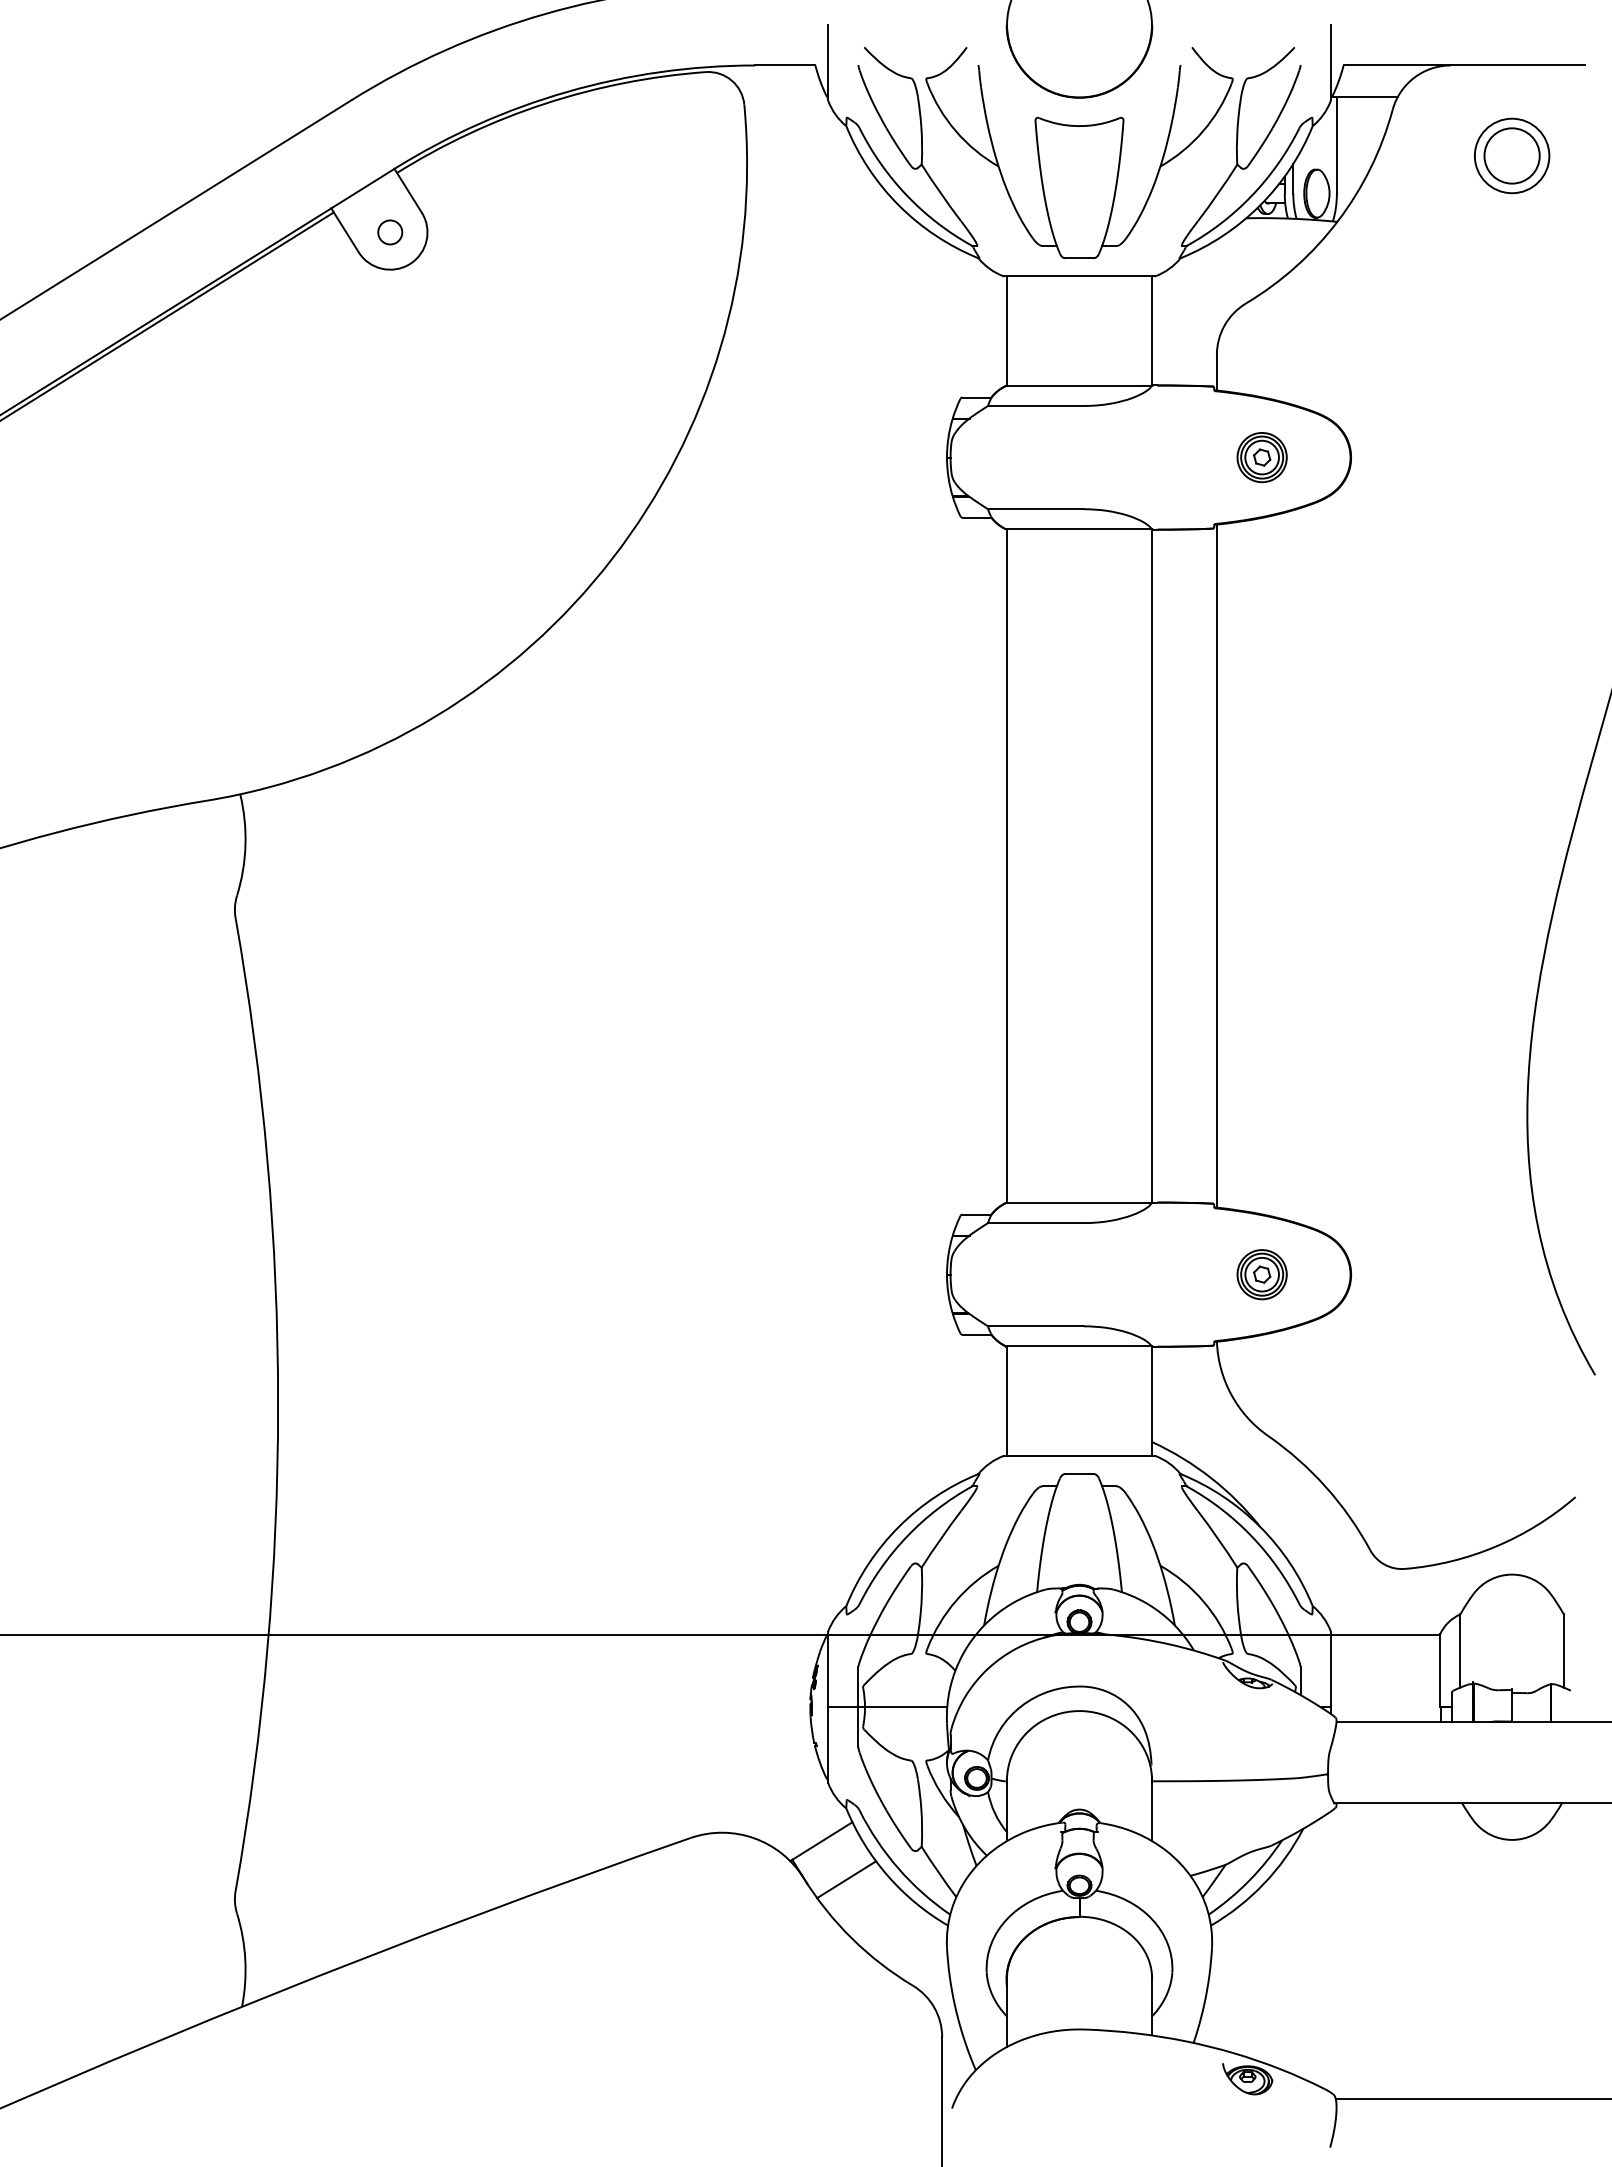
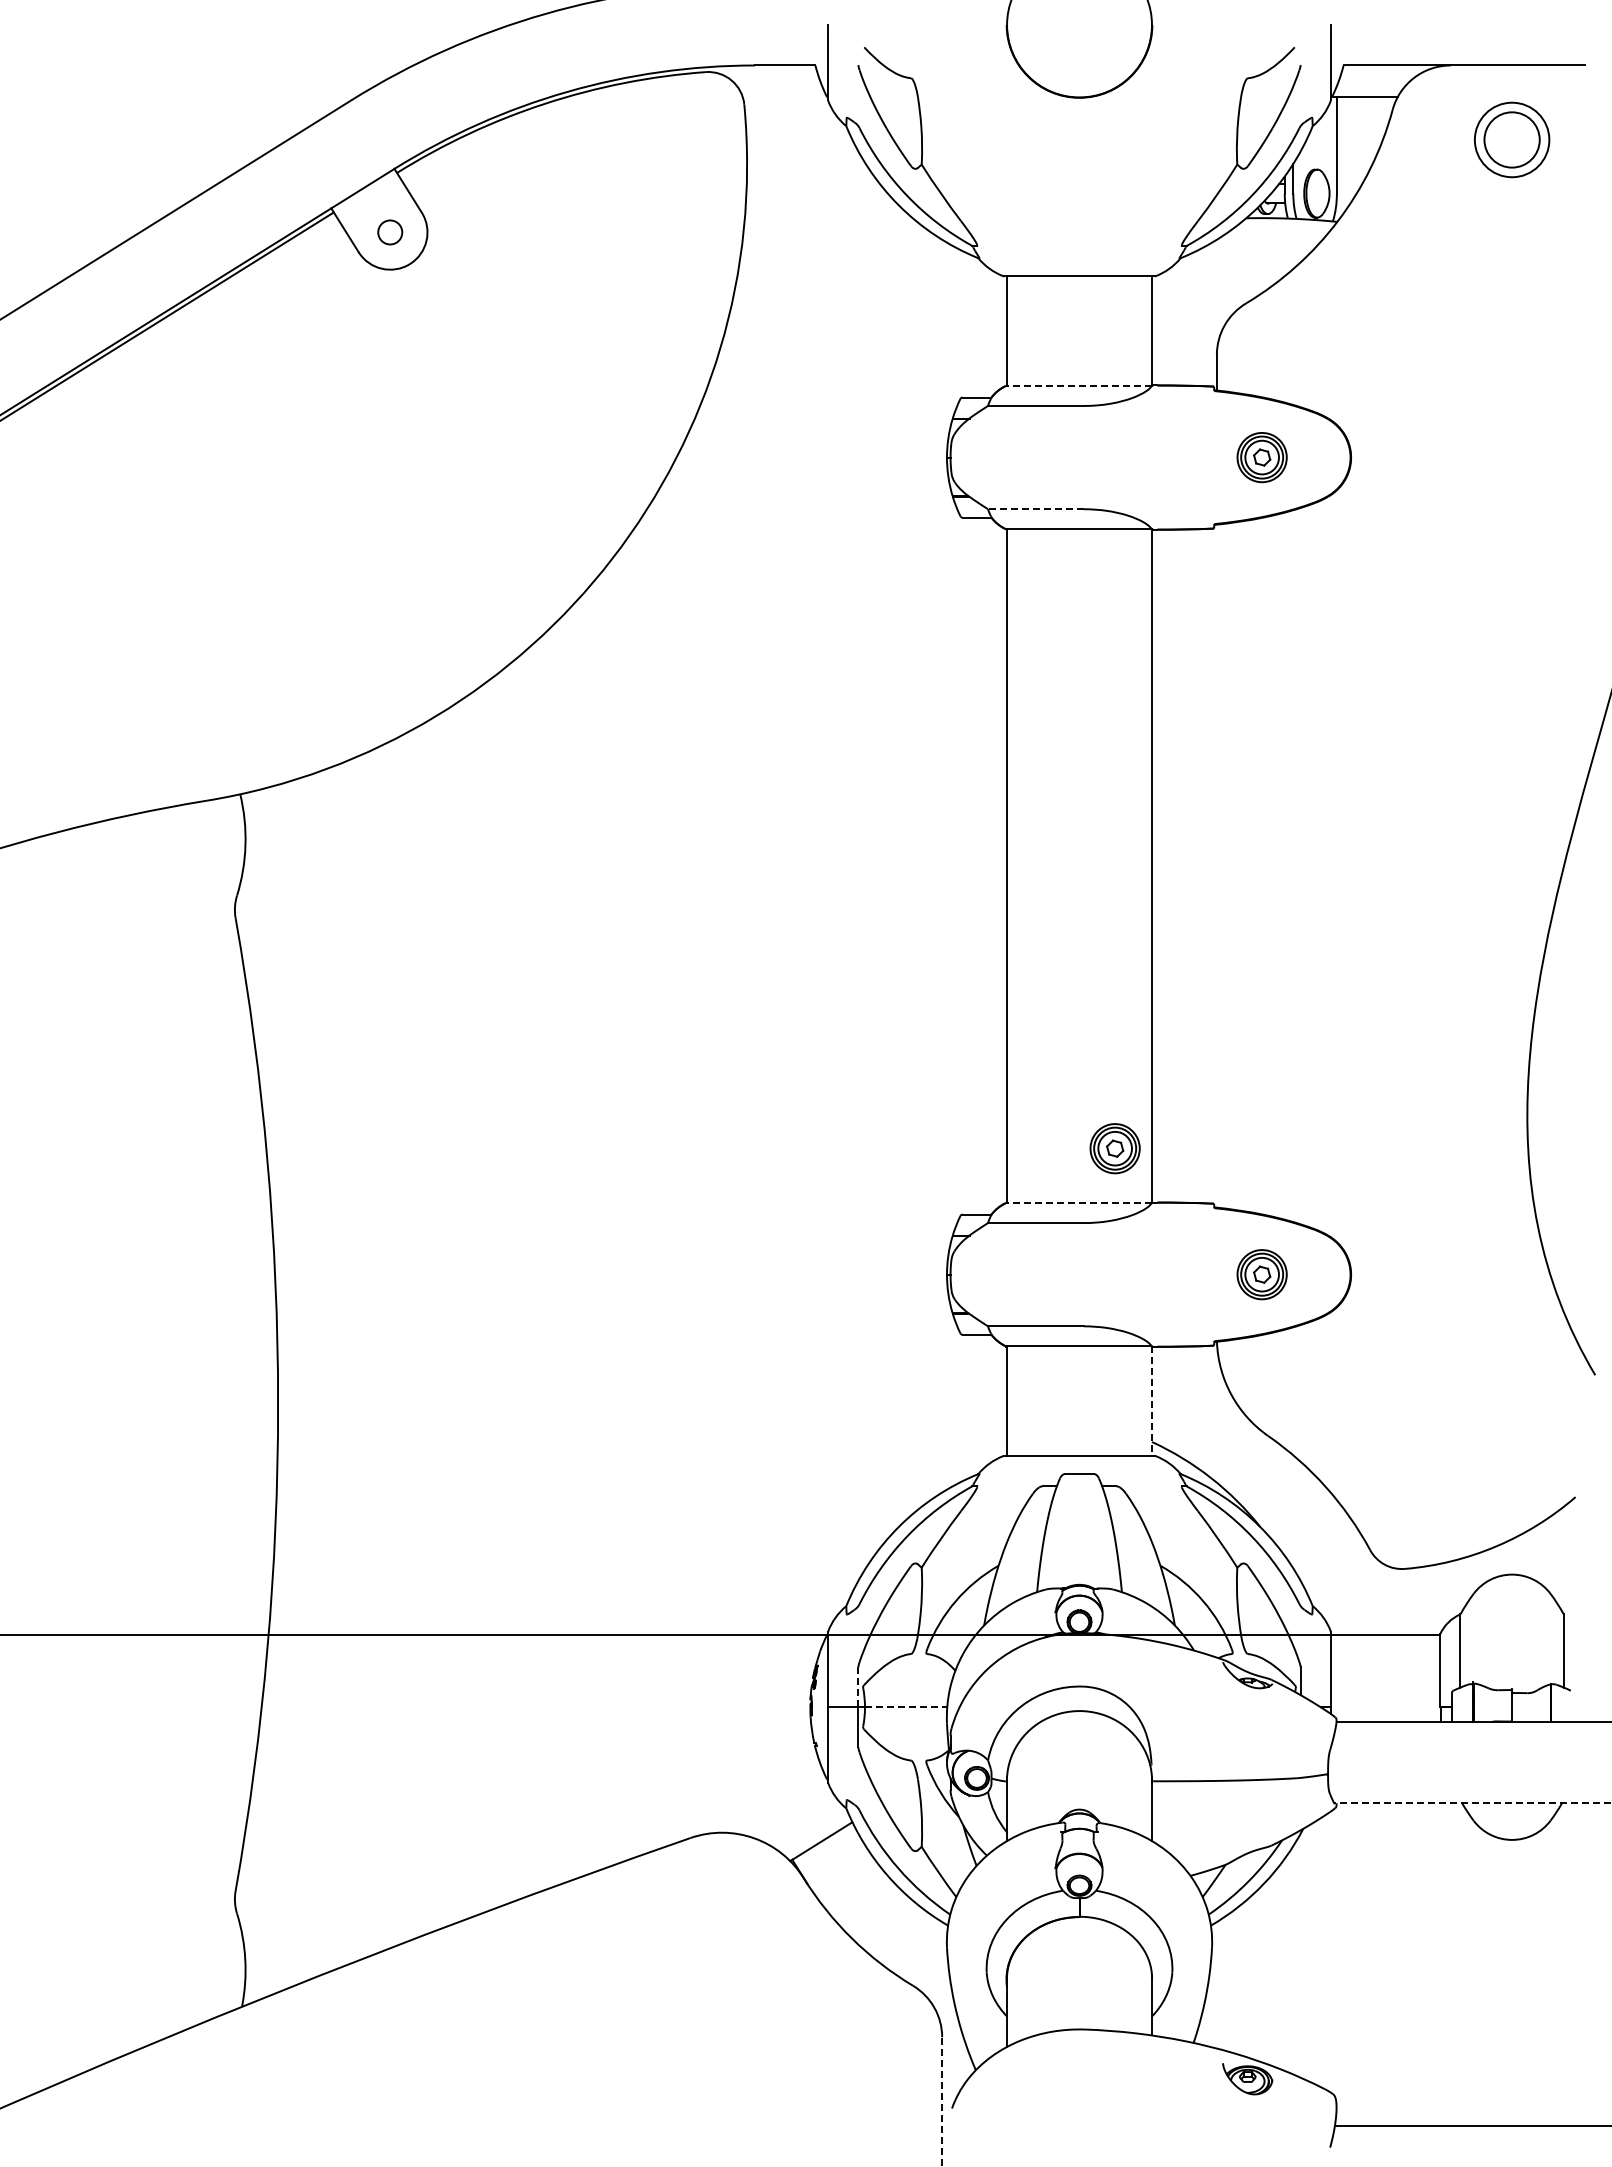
part at (1079, 153): present -> none
part at (1512, 155) position: (1512, 155) -> (1512, 139)
line at (1079, 385): solid -> dashed
line at (1035, 509): solid -> dashed
line at (1216, 865): present -> none
part at (1114, 1148): none -> present
line at (1079, 1202): solid -> dashed
line at (1151, 1401): solid -> dashed
line at (858, 1687): solid -> dashed
line at (906, 1707): solid -> dashed
line at (1472, 1803): solid -> dashed
line at (846, 1879): present -> none
line at (1471, 2098) position: (1471, 2098) -> (1471, 2125)
line at (942, 2101): solid -> dashed
